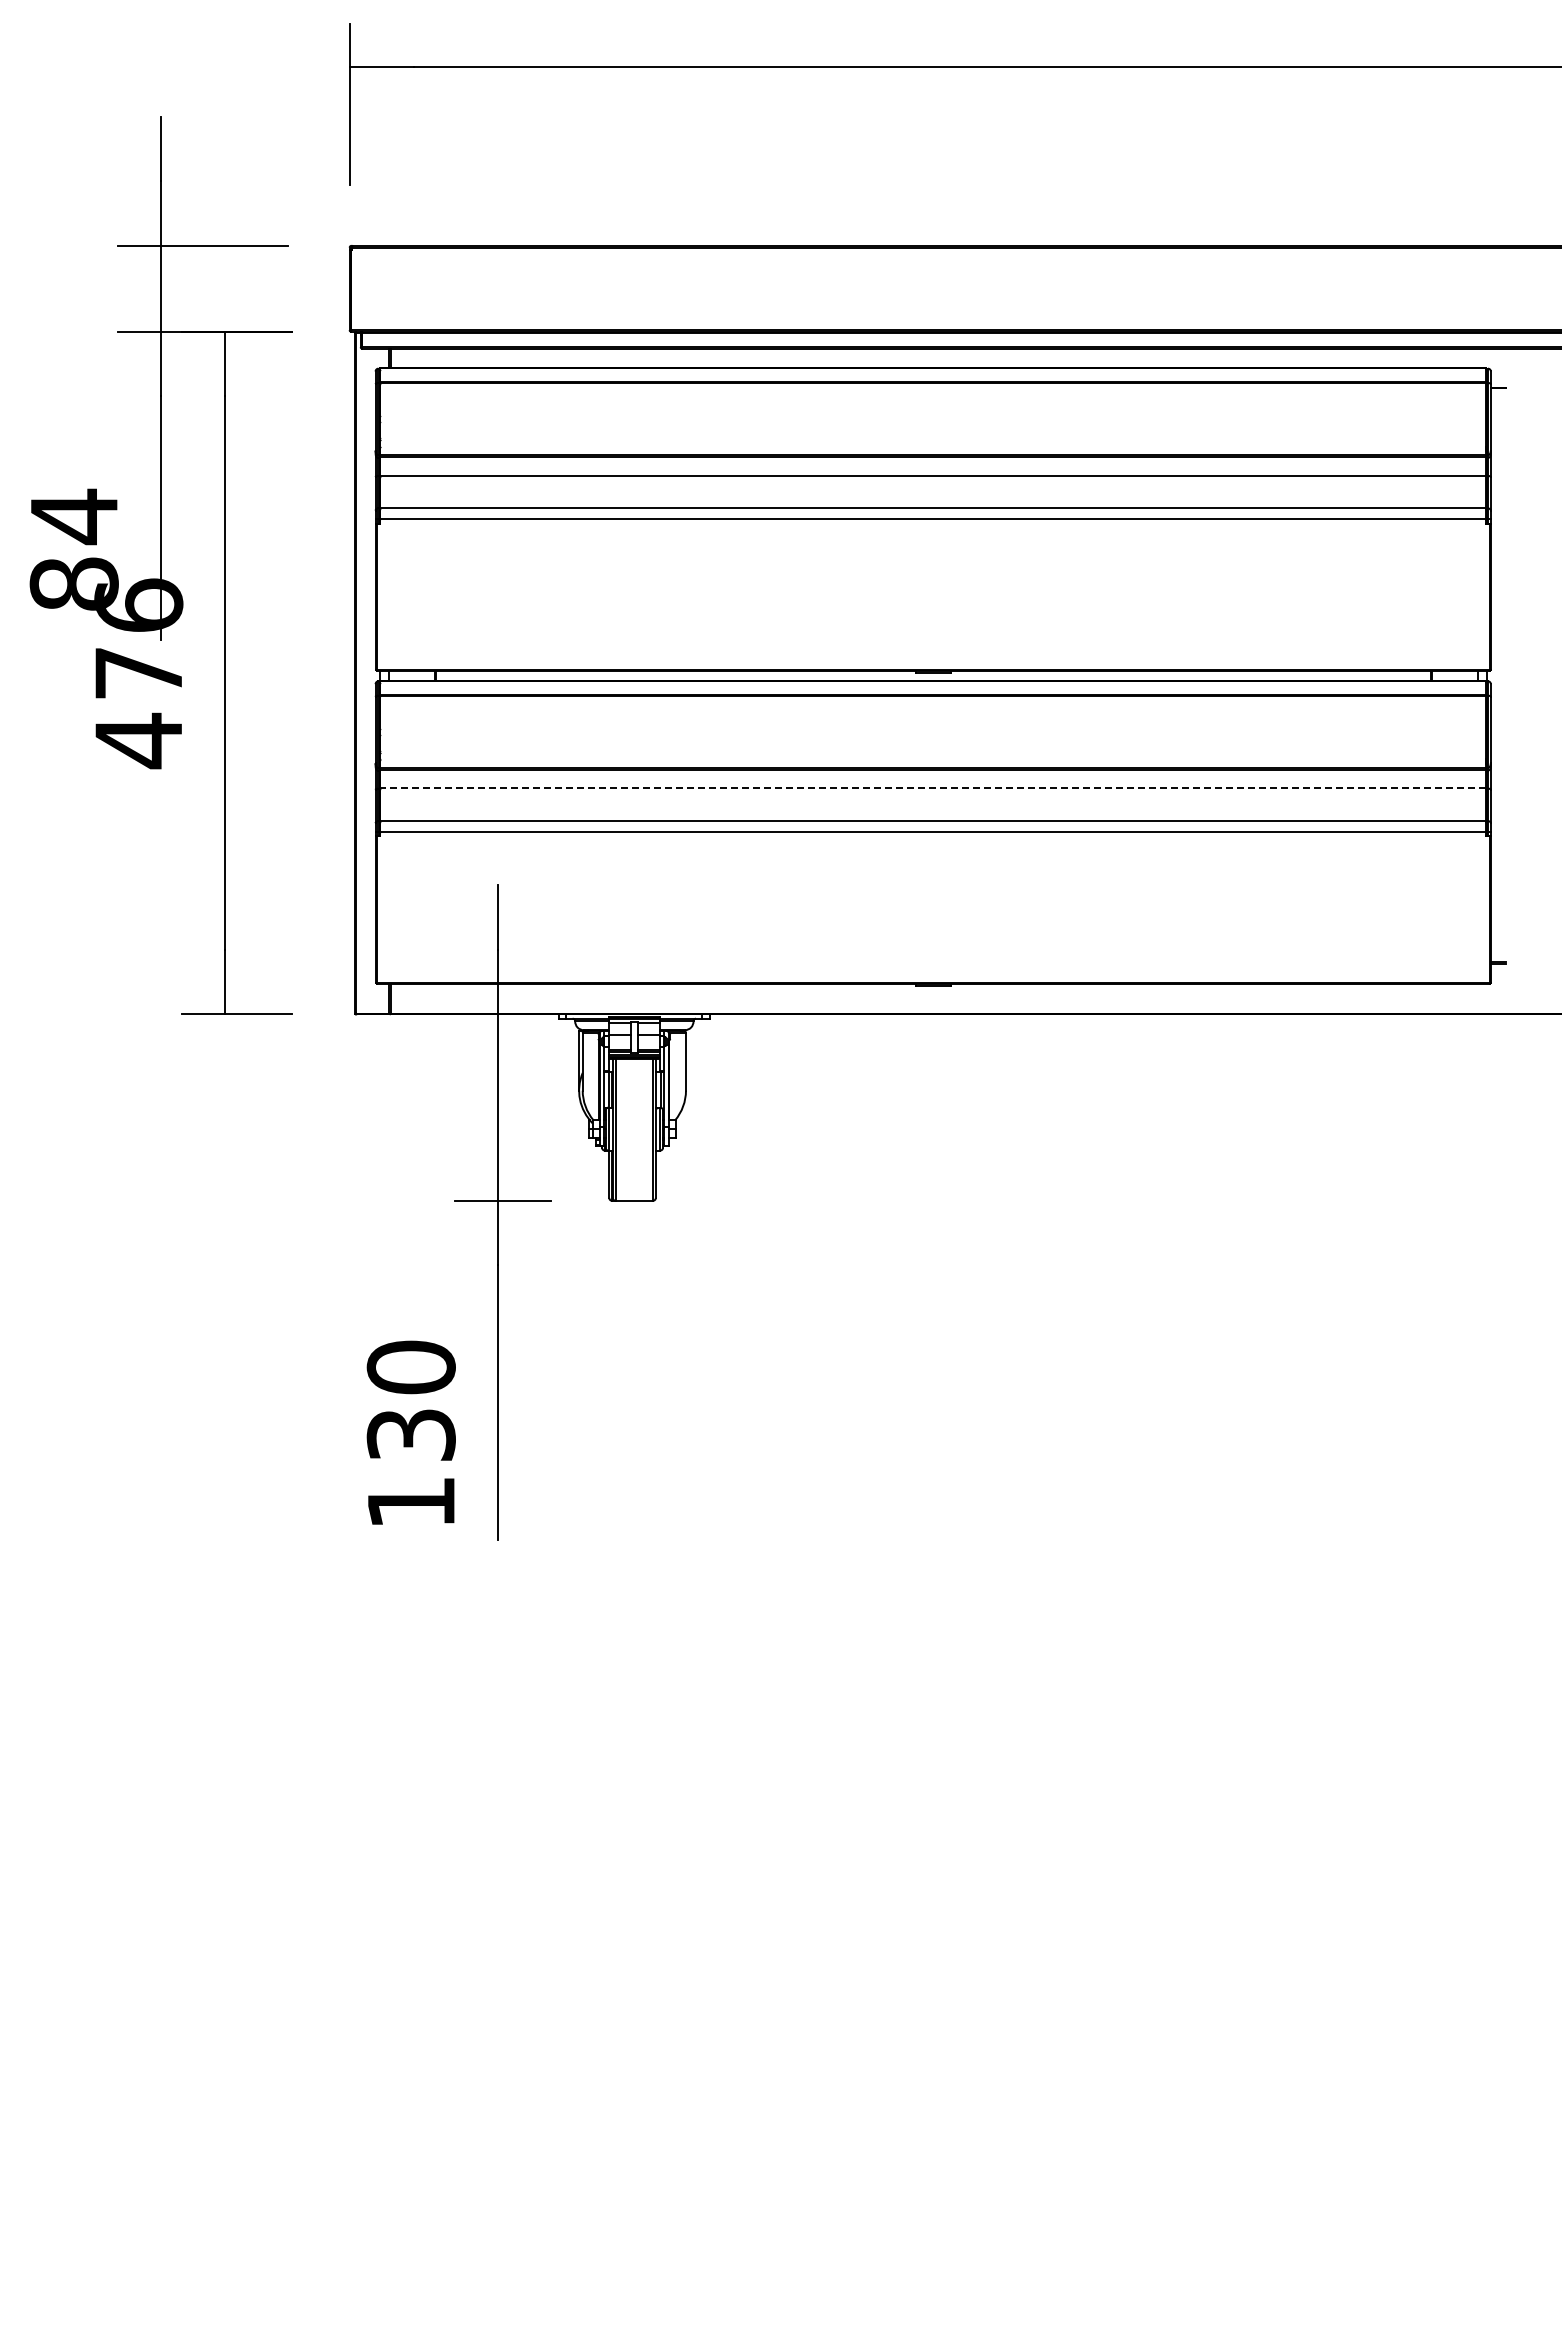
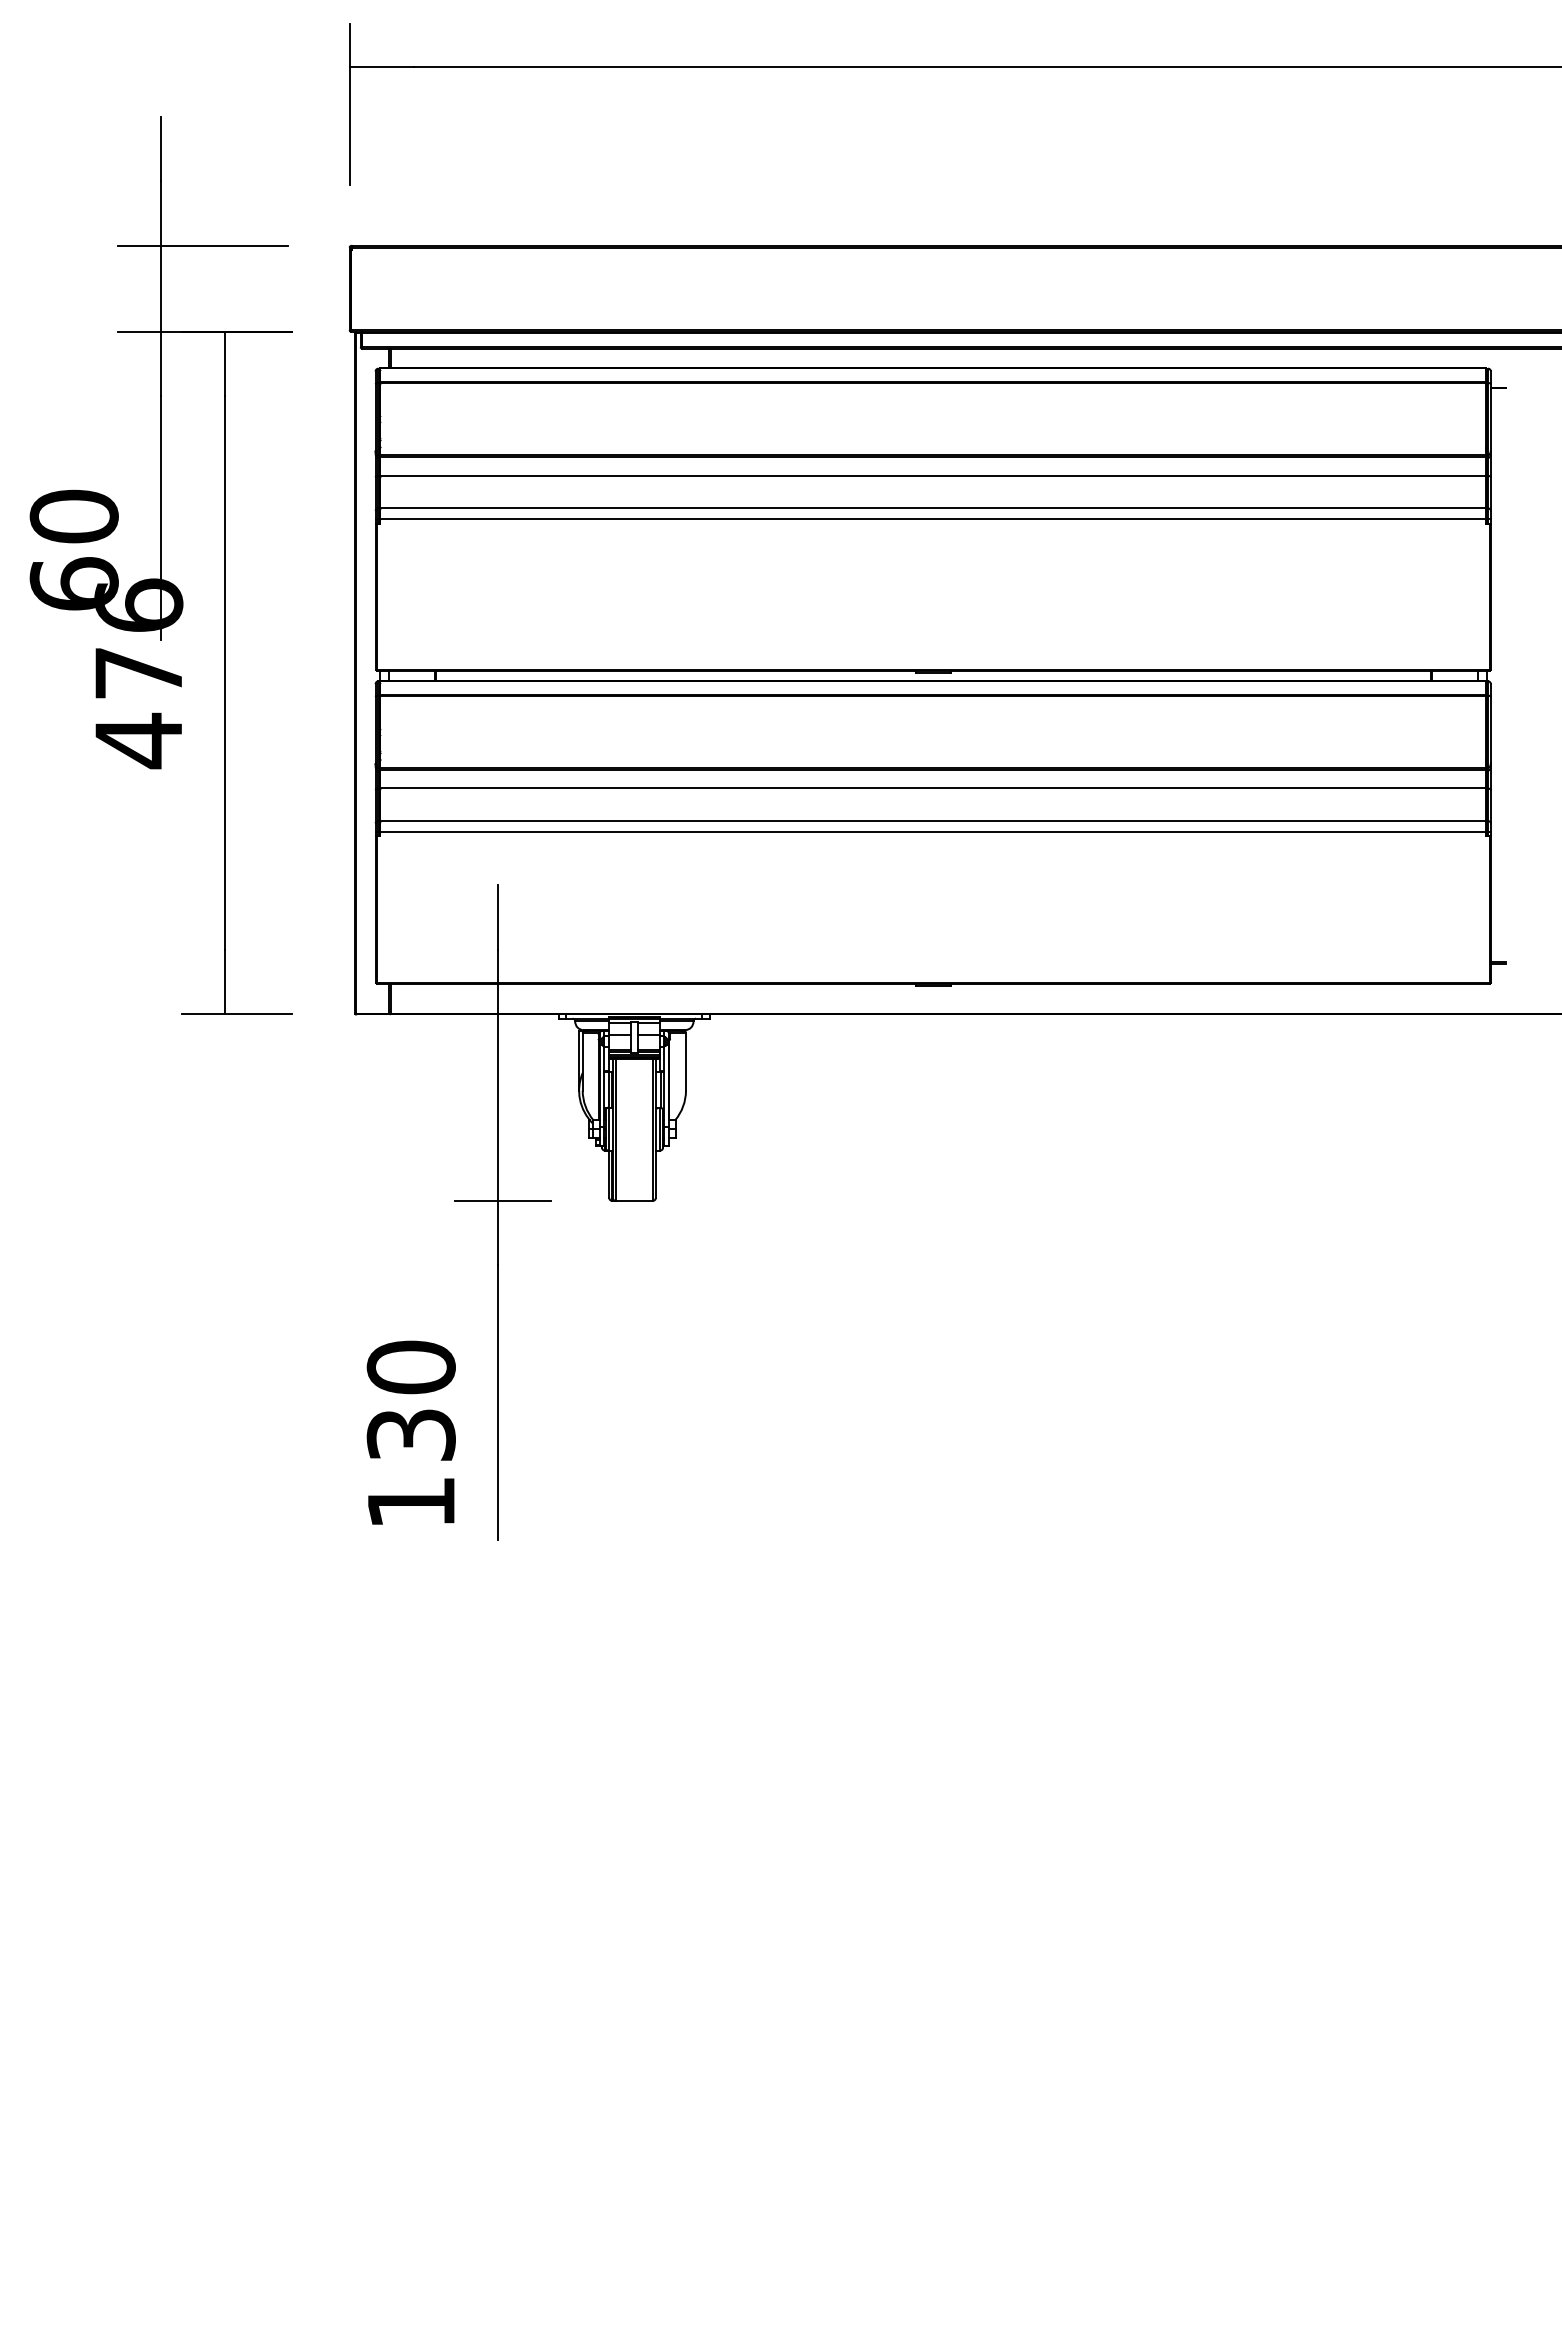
text at (73, 549): 84 -> 60
line at (933, 788): dashed -> solid
